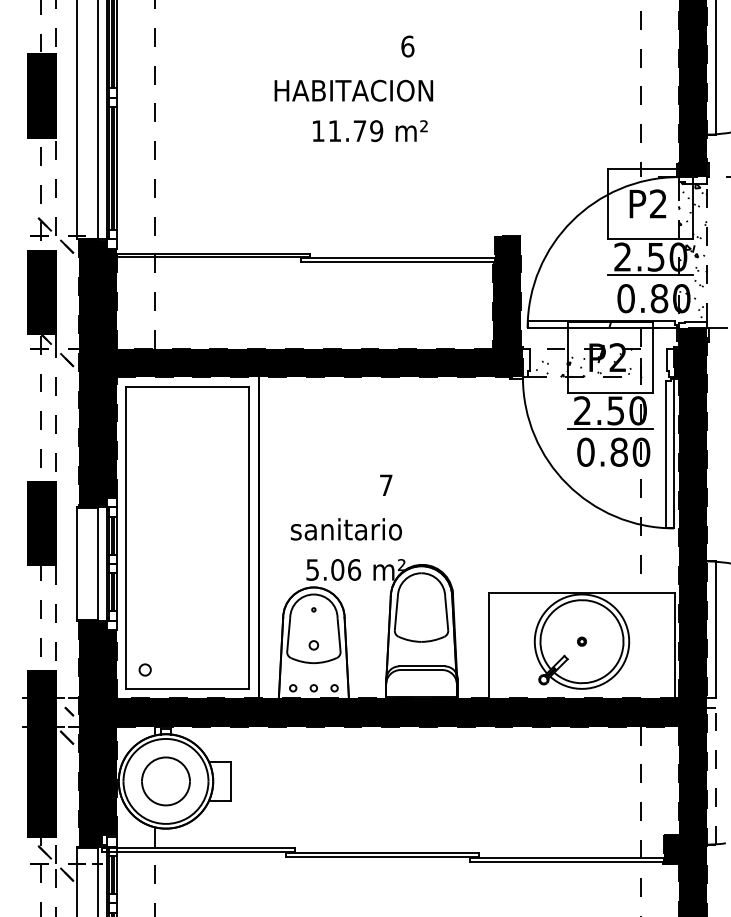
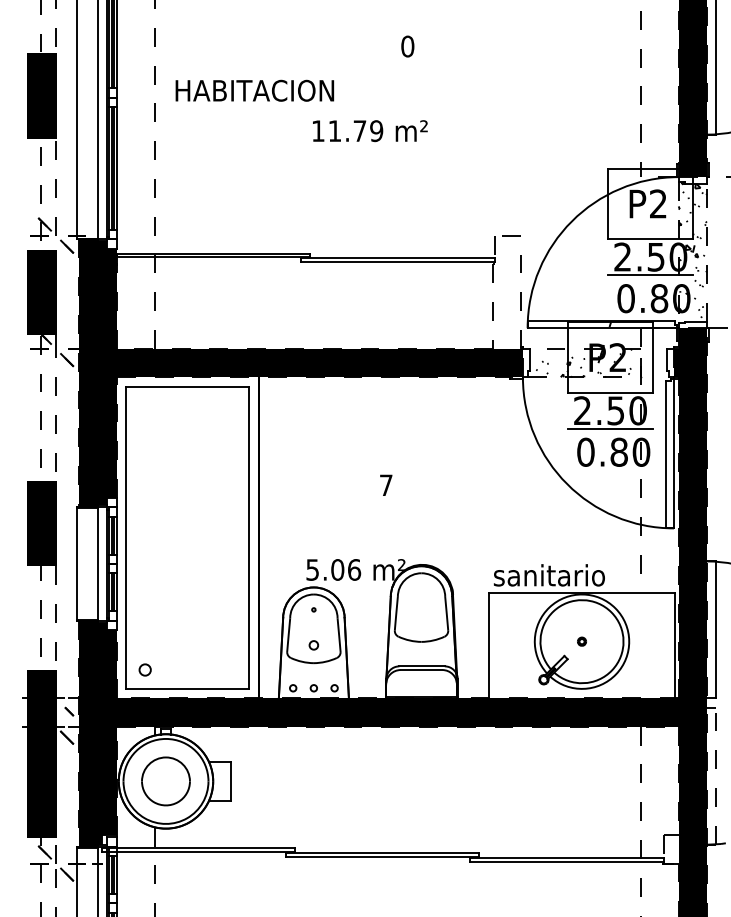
text at (407, 46): 6 -> 0
text at (353, 90) position: (353, 90) -> (254, 90)
fill at (506, 291): present -> none
text at (345, 529) position: (345, 529) -> (548, 575)
fill at (670, 849): present -> none
